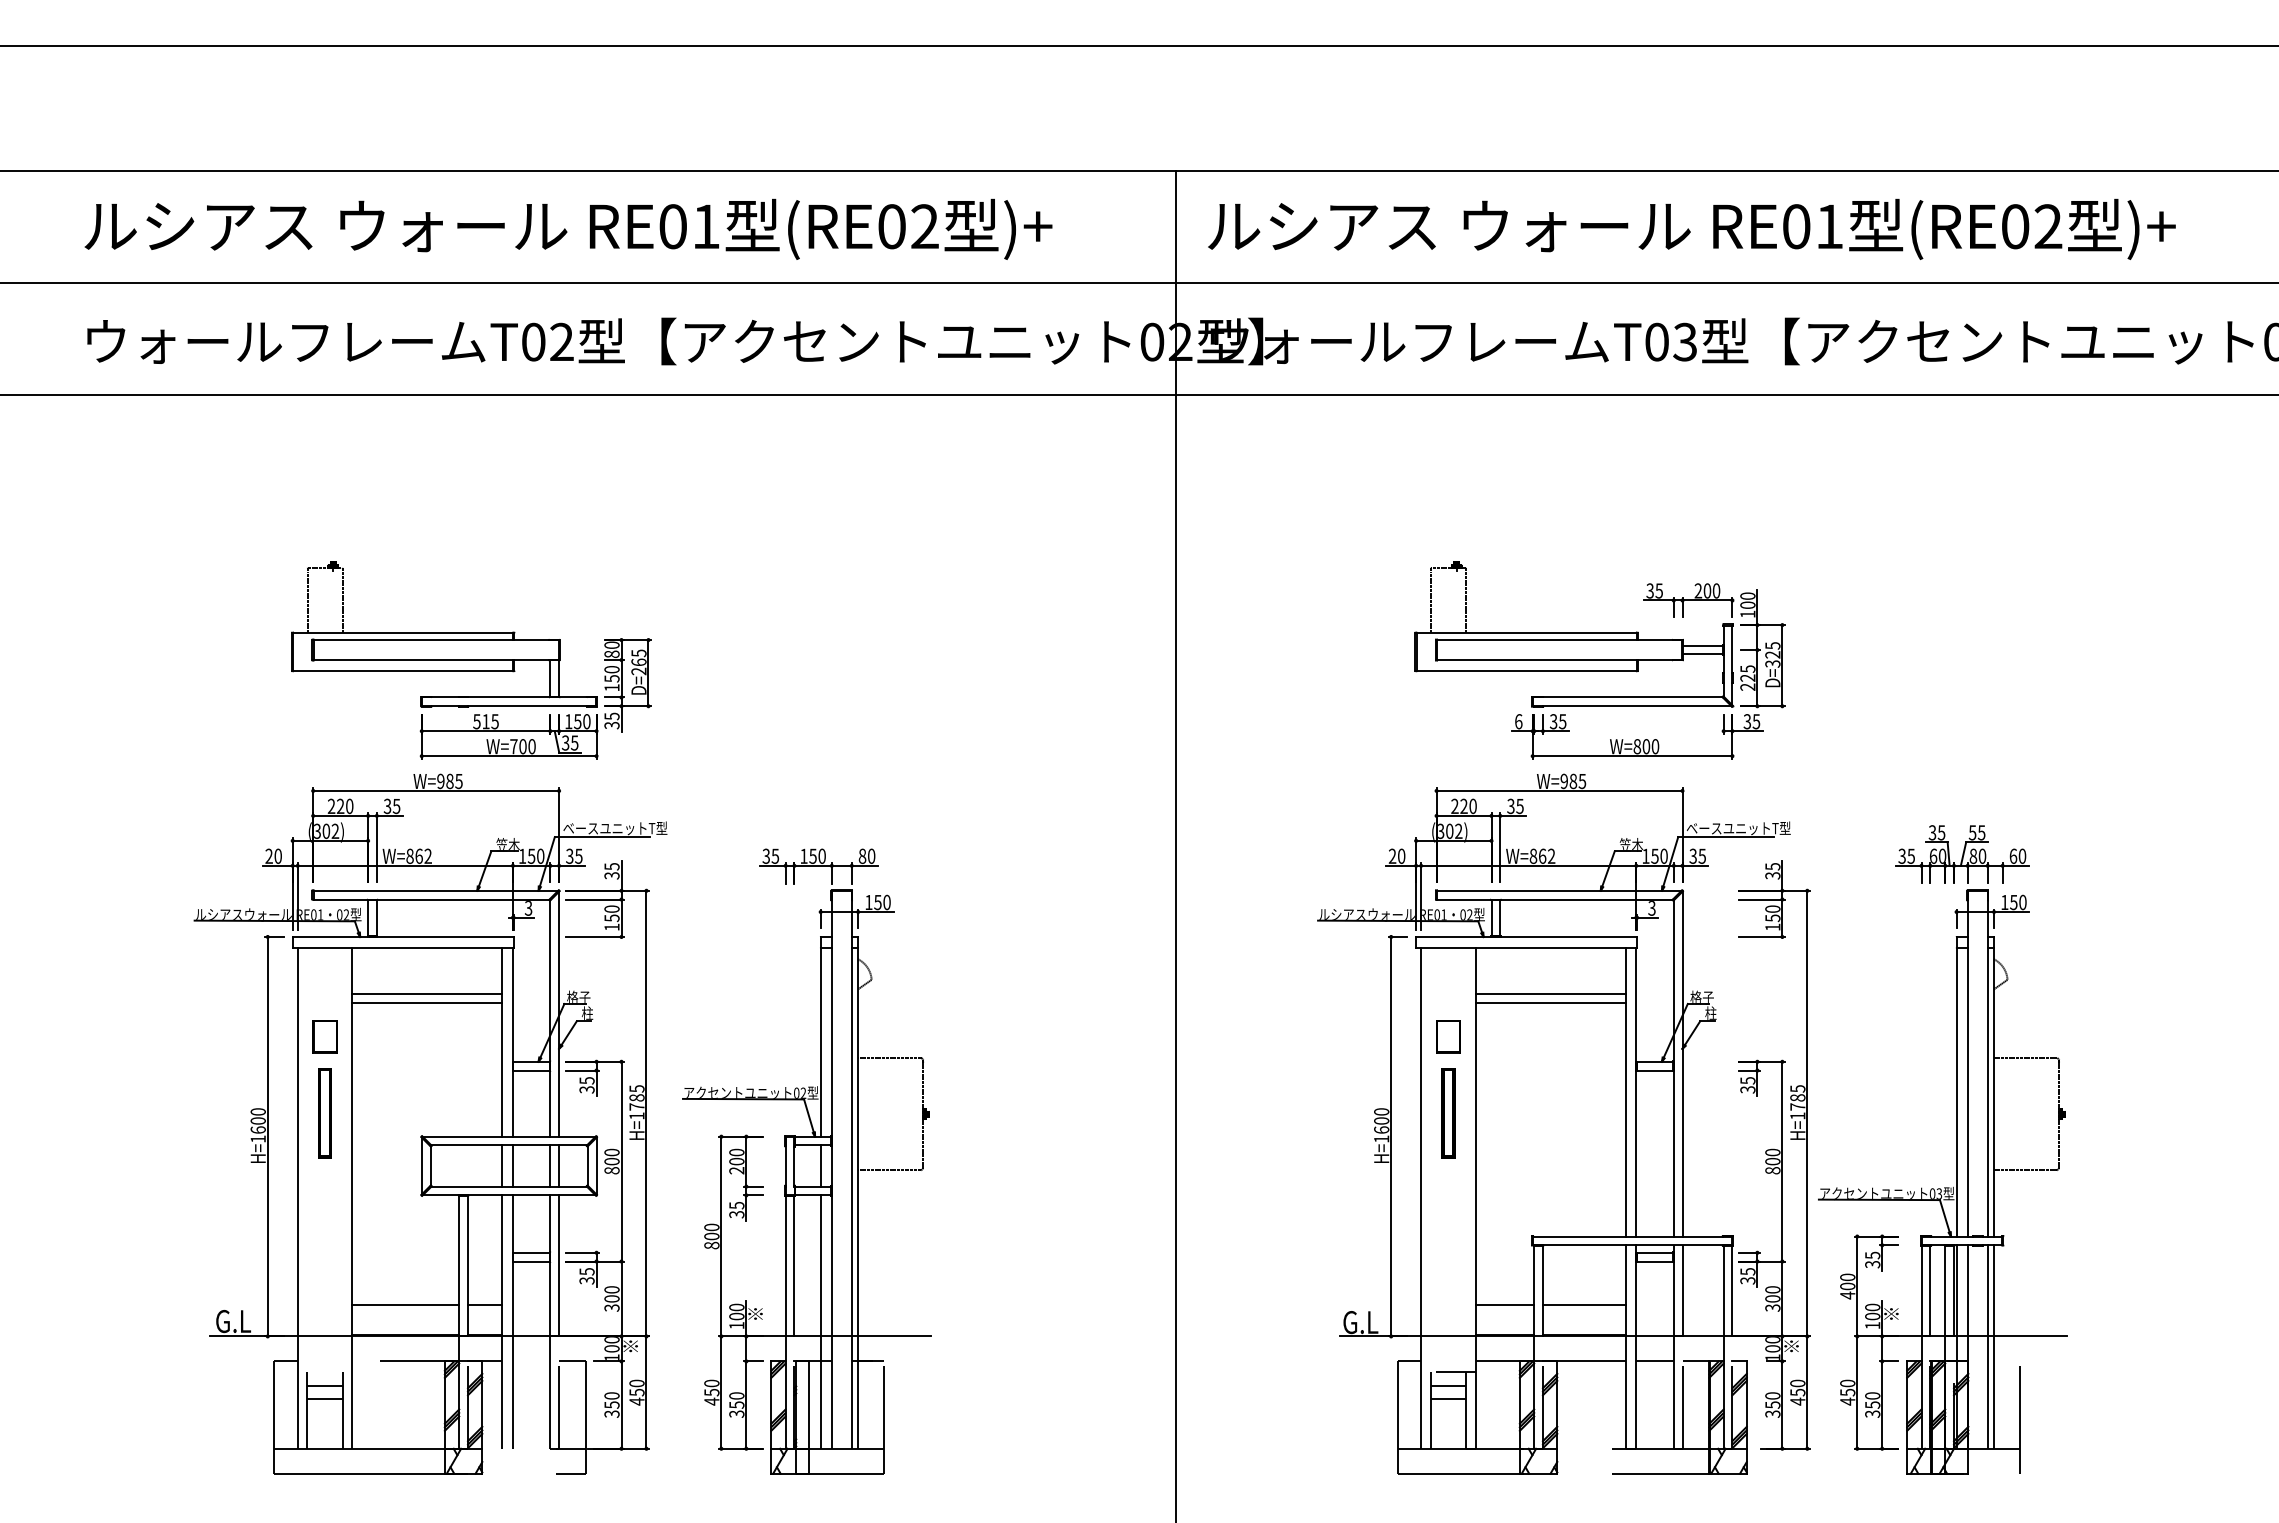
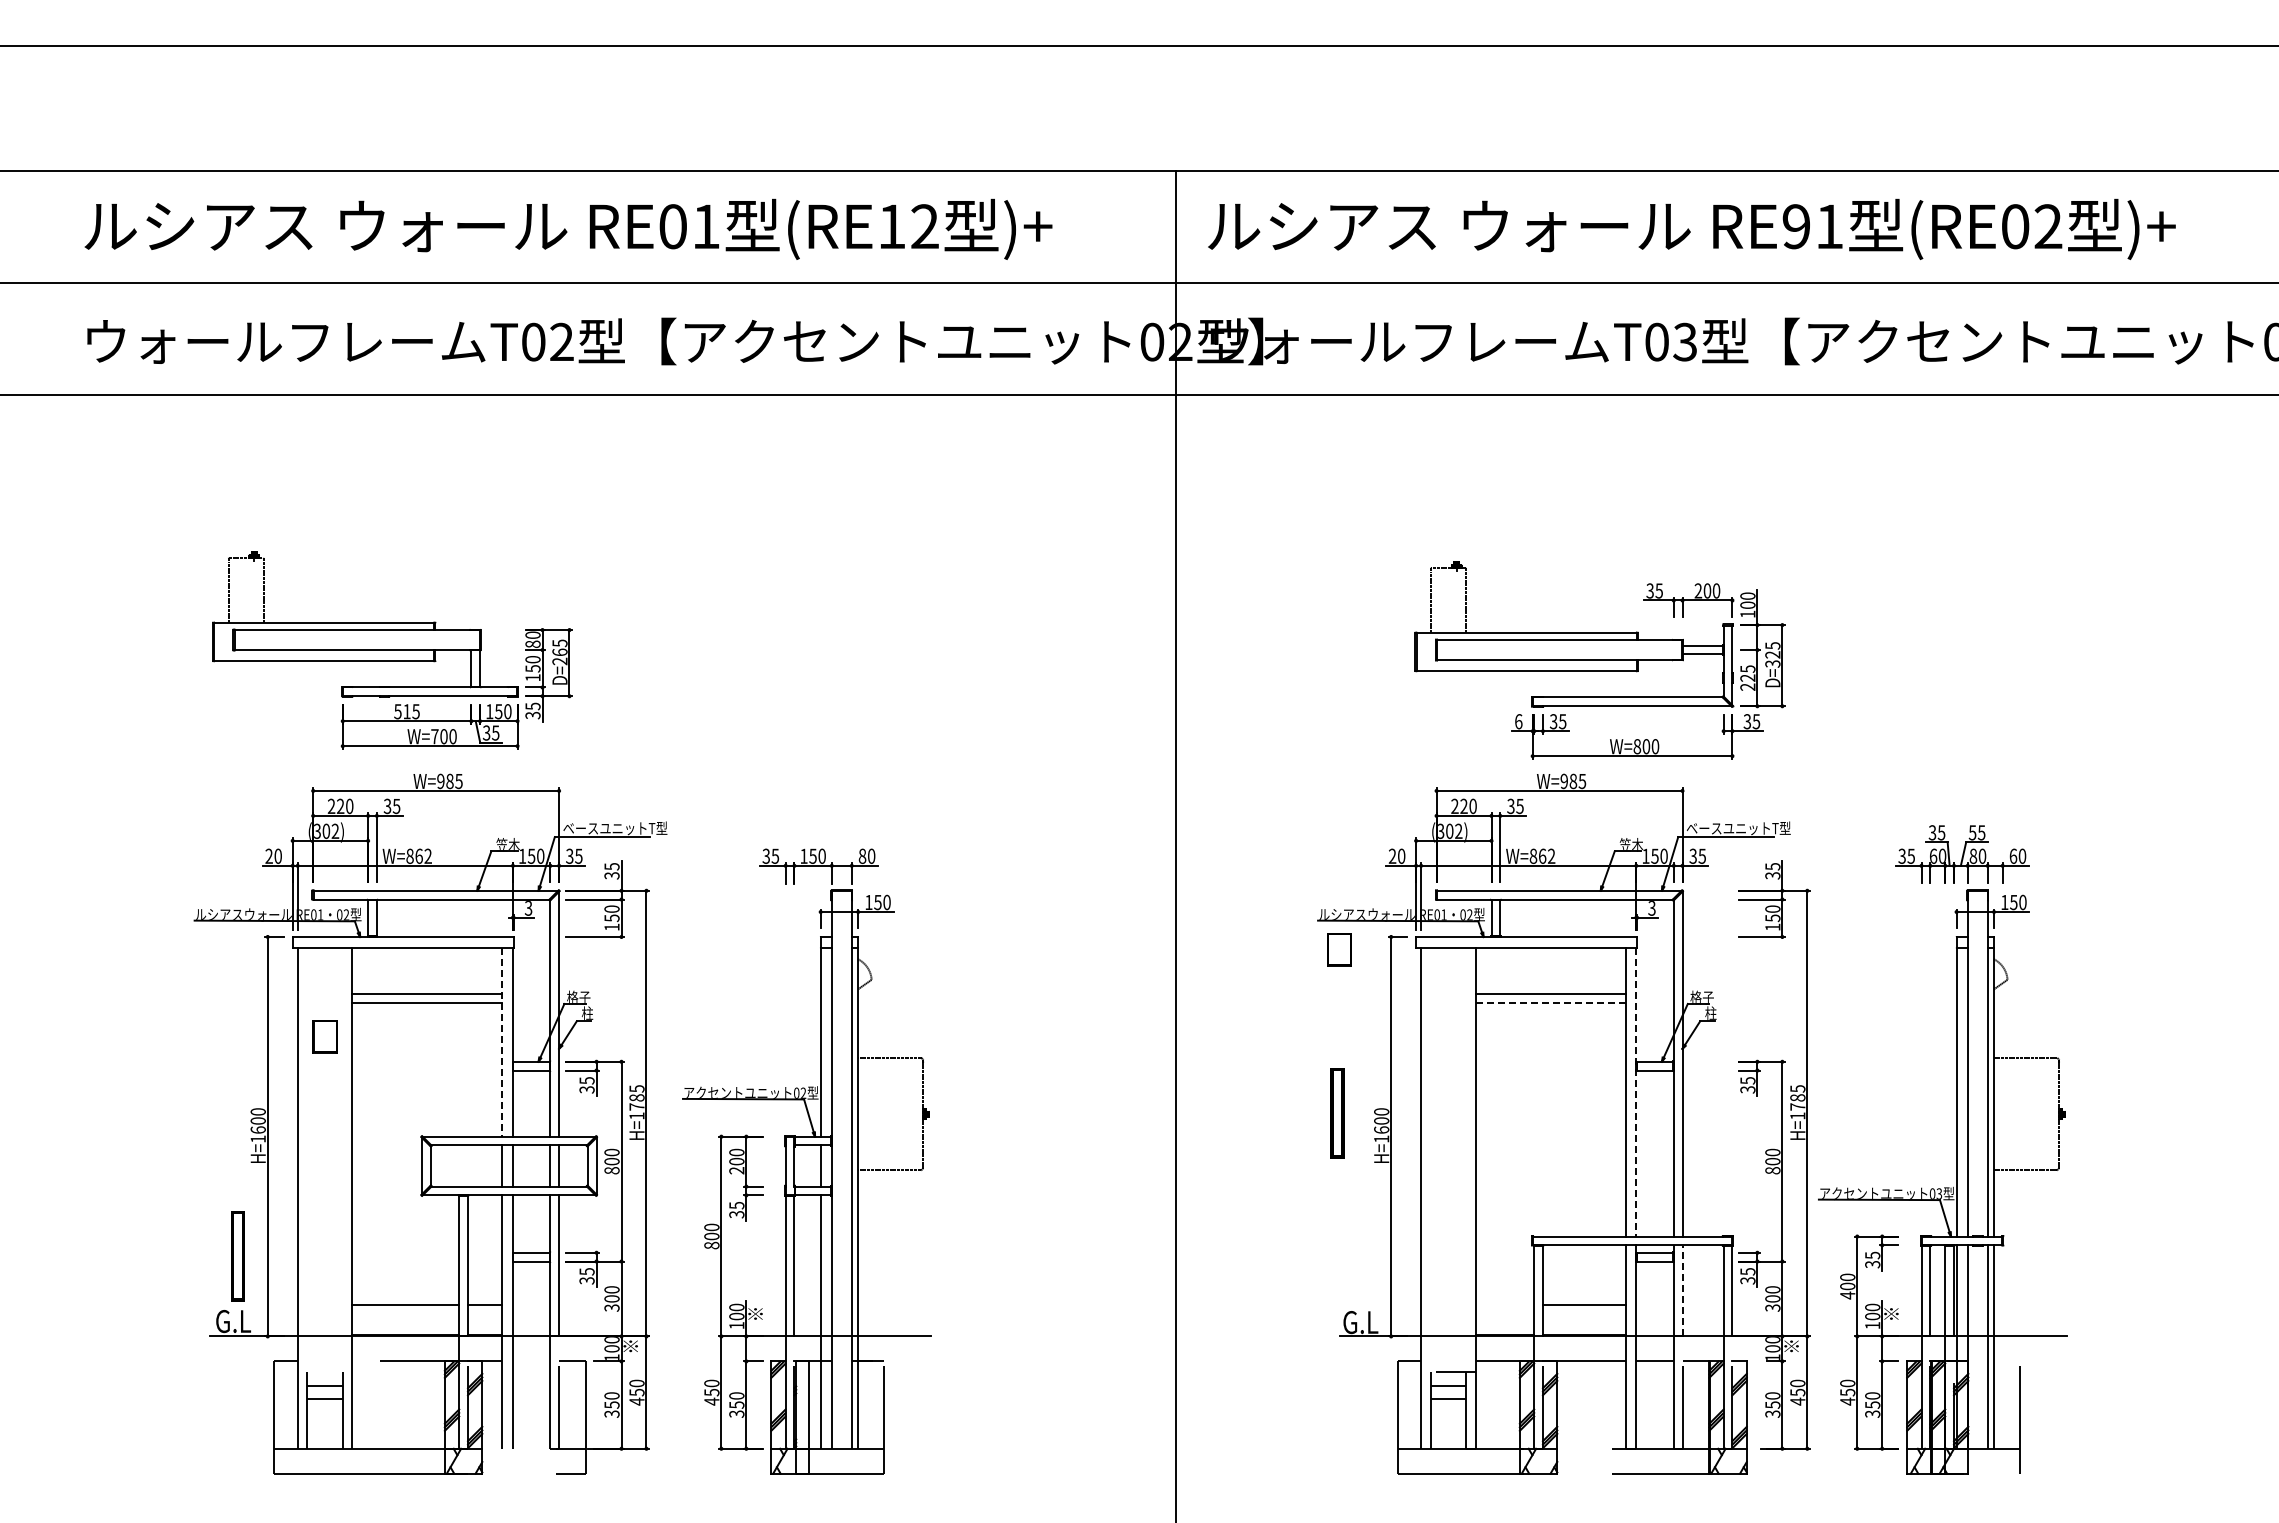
text at (891, 226): (RE02 -> (RE12
text at (1796, 226): RE01 -> RE91
part at (471, 660) position: (471, 660) -> (392, 650)
line at (1550, 1002): solid -> dashed
part at (1448, 1036) position: (1448, 1036) -> (1339, 949)
line at (502, 1042): solid -> dashed
line at (1636, 1092): solid -> dashed
part at (324, 1113) position: (324, 1113) -> (237, 1256)
part at (1448, 1113) position: (1448, 1113) -> (1337, 1113)
line at (1682, 1290): solid -> dashed
line at (1504, 1304): present -> none
